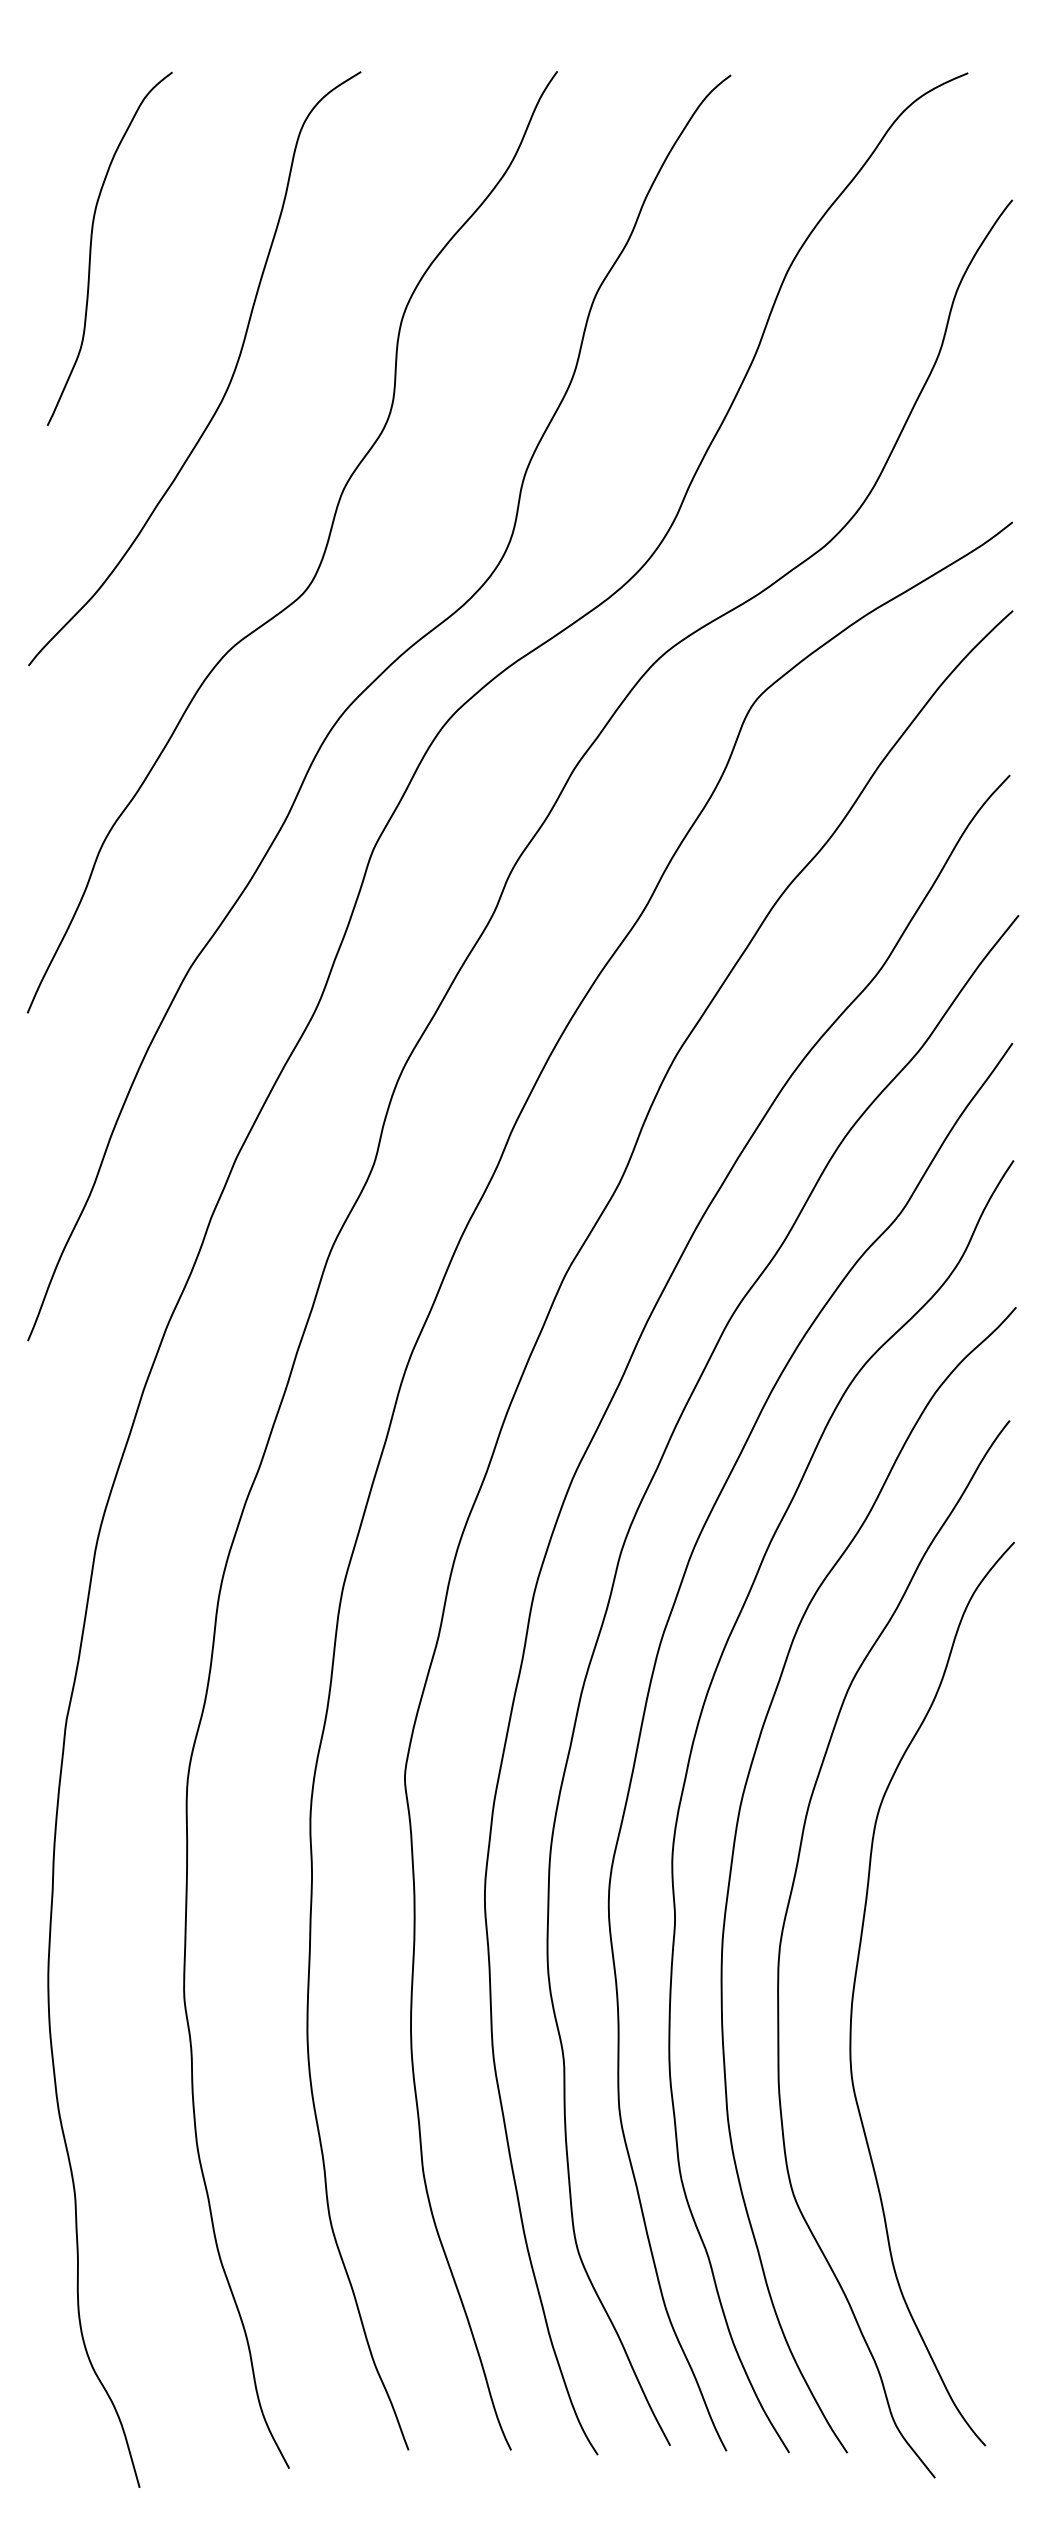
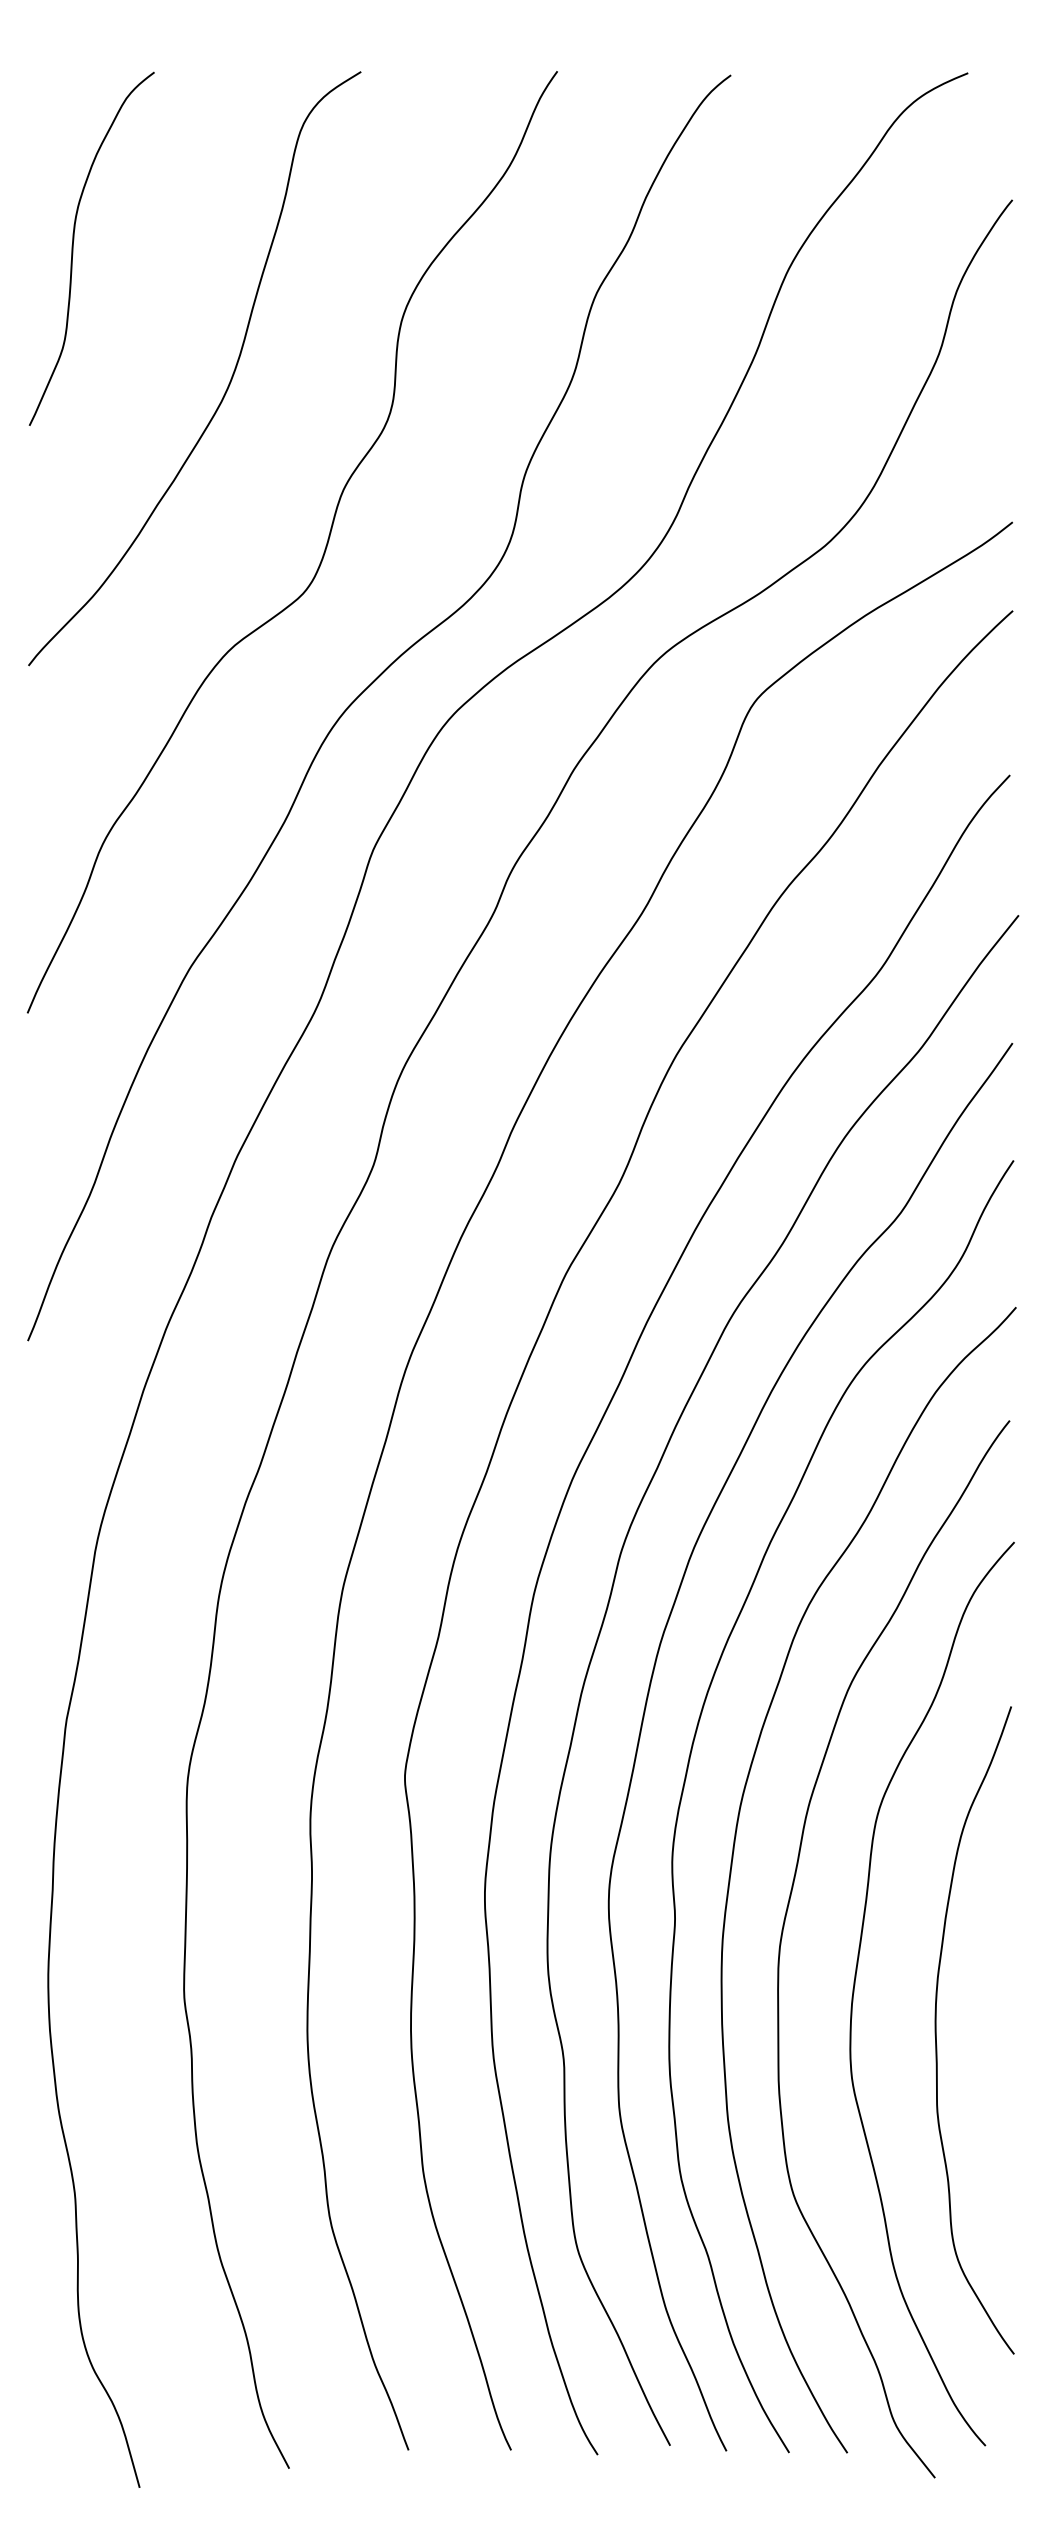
curve at (91, 248) position: (91, 248) -> (73, 248)
curve at (936, 2030): none -> present
